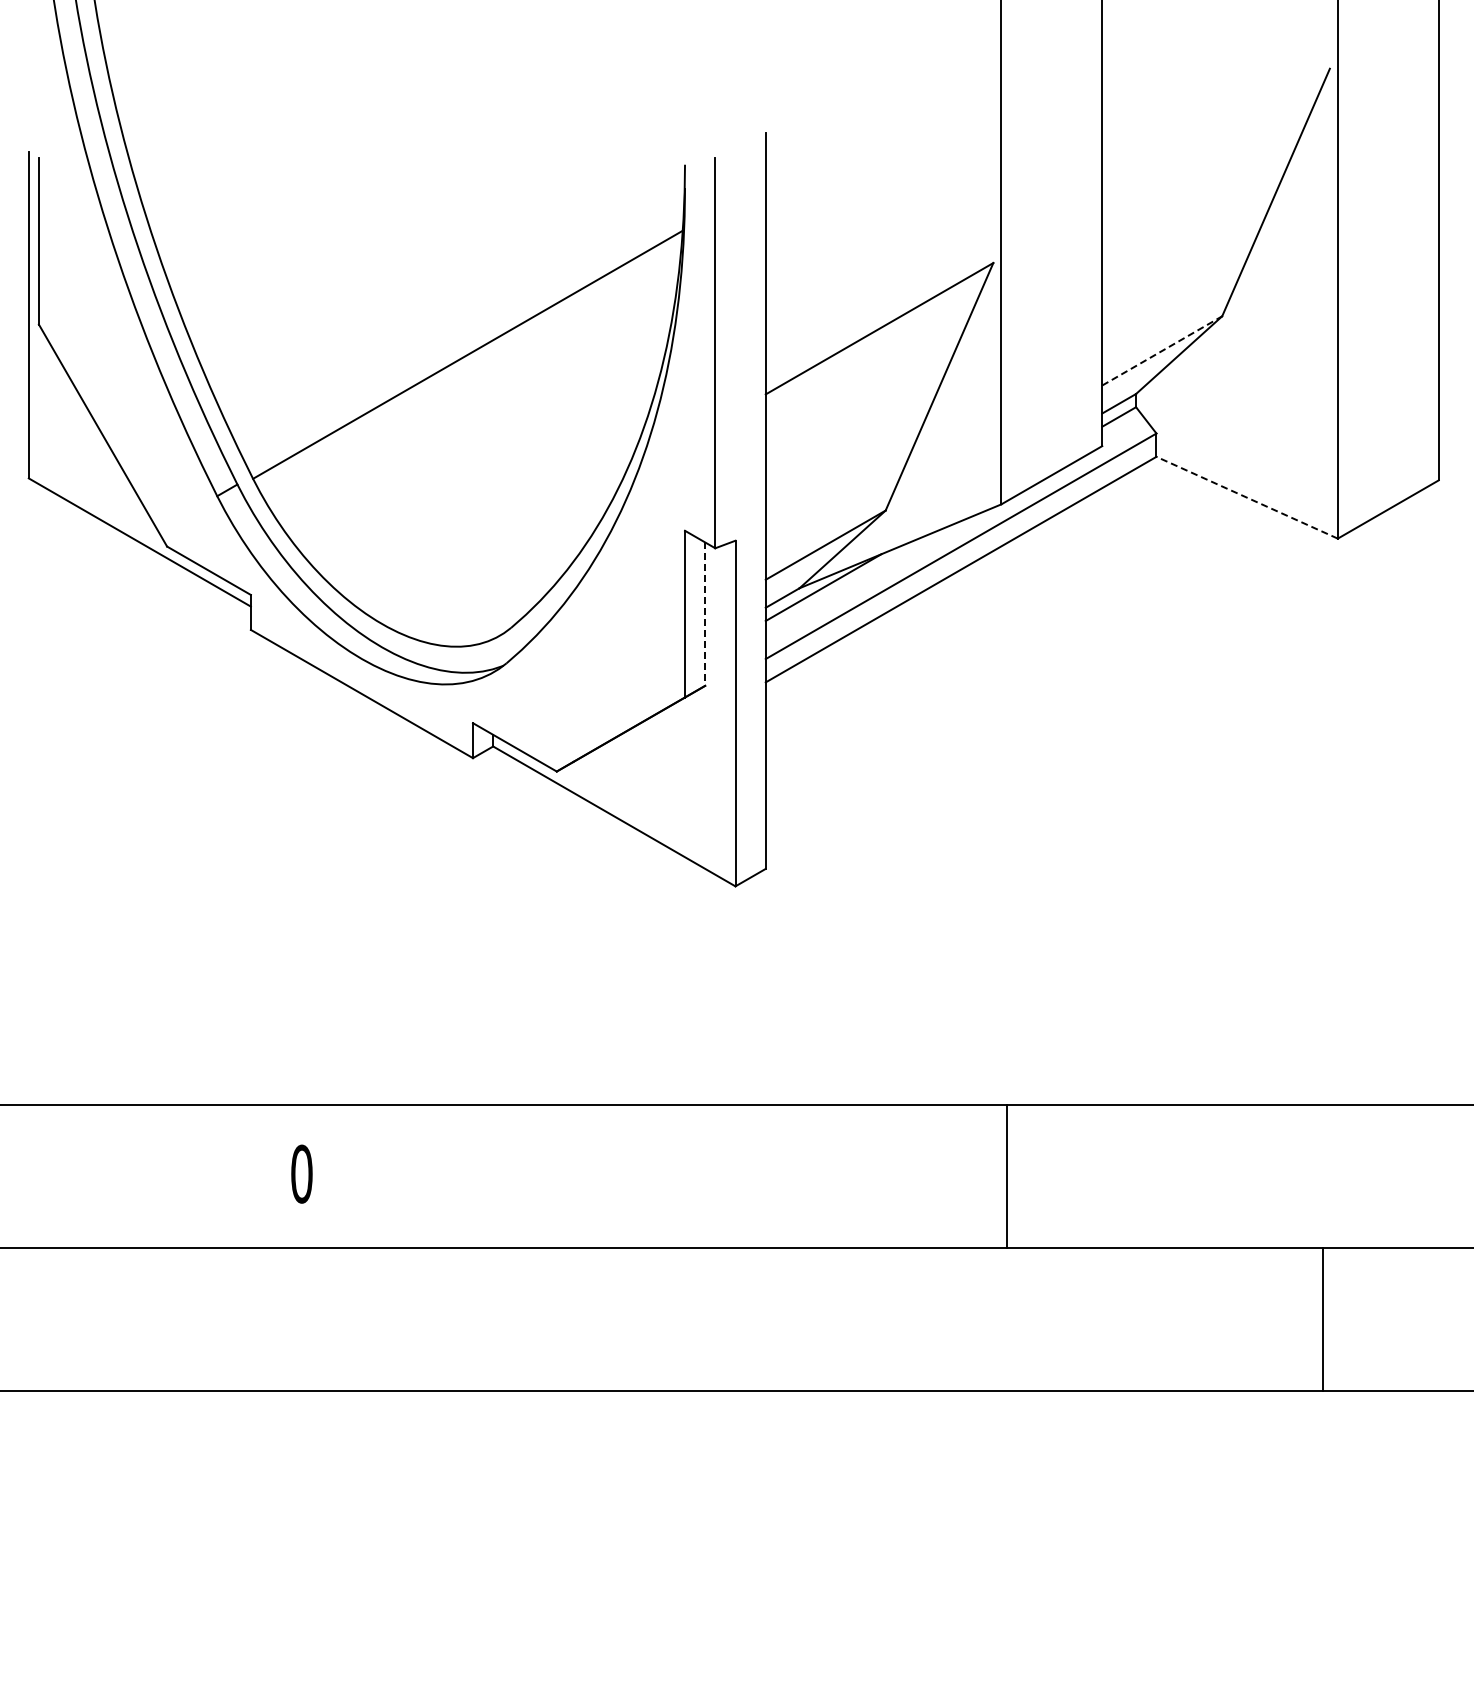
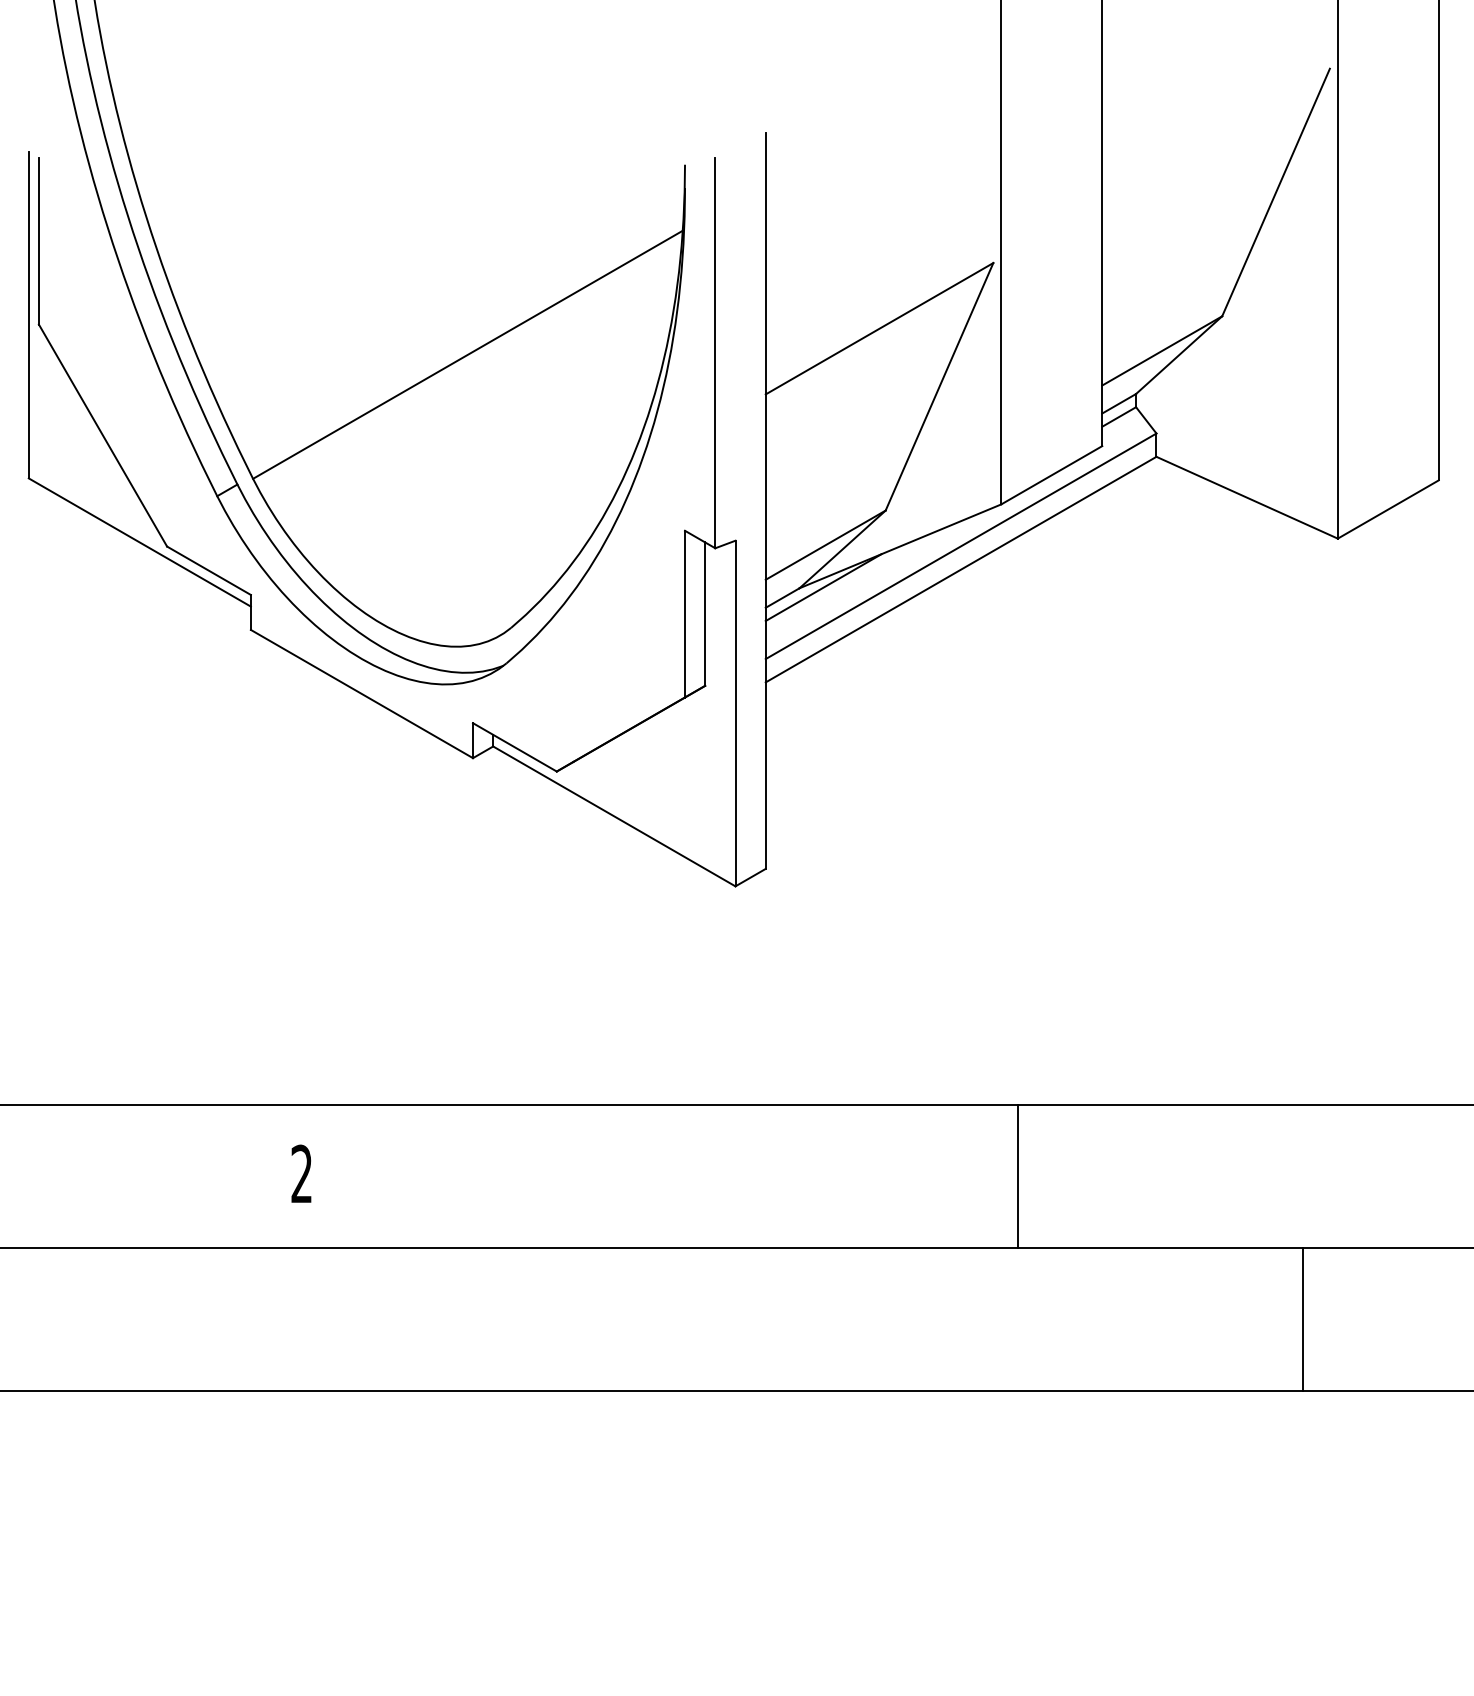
line at (1162, 350): dashed -> solid
line at (1246, 497): dashed -> solid
line at (705, 614): dashed -> solid
text at (301, 1173): 0 -> 2
line at (1006, 1176) position: (1006, 1176) -> (1017, 1176)
line at (1323, 1319) position: (1323, 1319) -> (1303, 1319)
